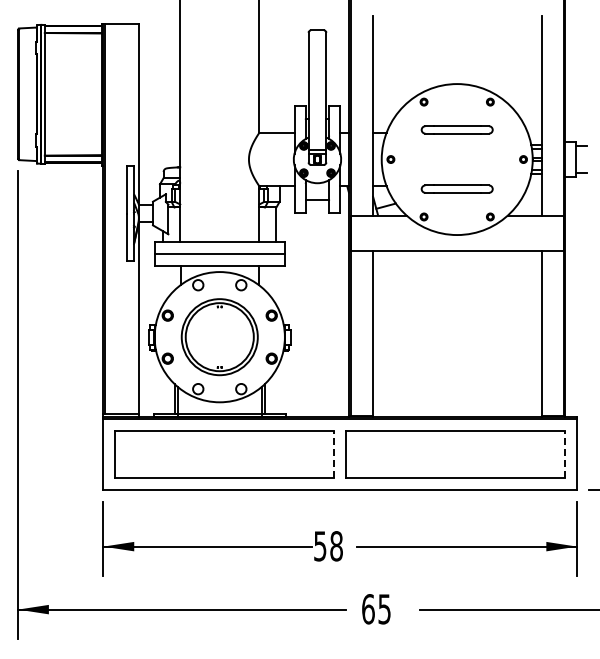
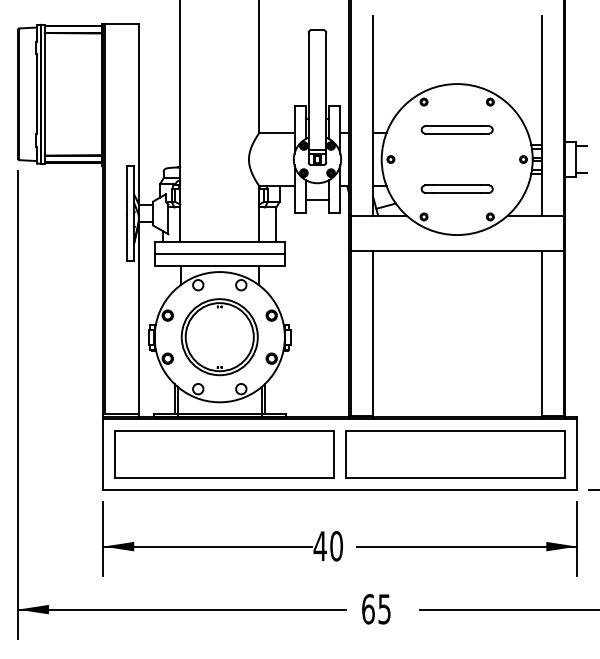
line at (334, 454): dashed -> solid
line at (565, 454): dashed -> solid
text at (327, 546): 58 -> 40
